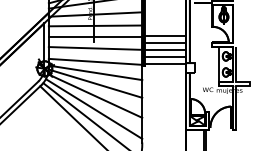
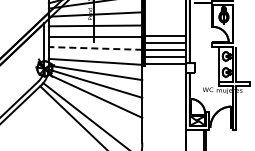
line at (95, 48): solid -> dashed
line at (94, 108): present -> none
